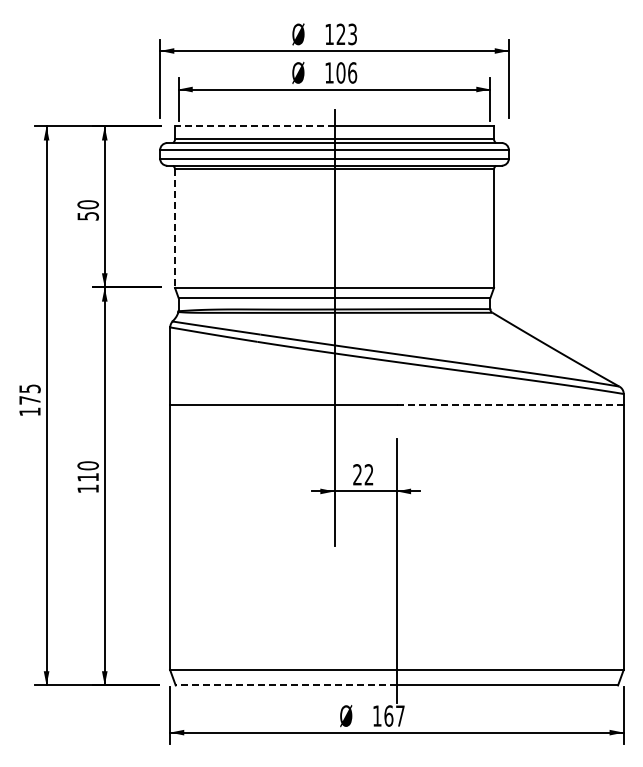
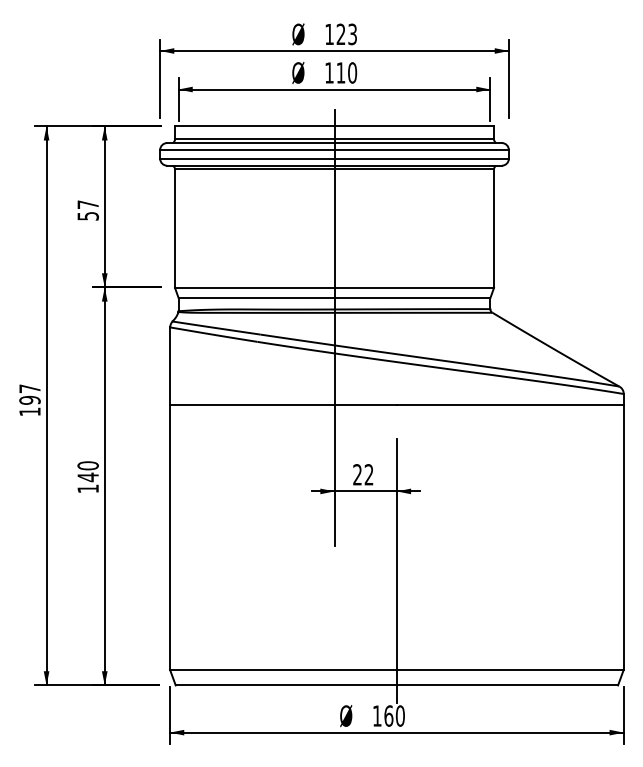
text at (346, 72): 106 -> 110
line at (254, 126): dashed -> solid
text at (87, 204): 50 -> 57
line at (175, 229): dashed -> solid
text at (29, 394): 175 -> 197
line at (510, 405): dashed -> solid
text at (87, 477): 110 -> 140
line at (286, 685): dashed -> solid
text at (399, 715): 167 -> 160
